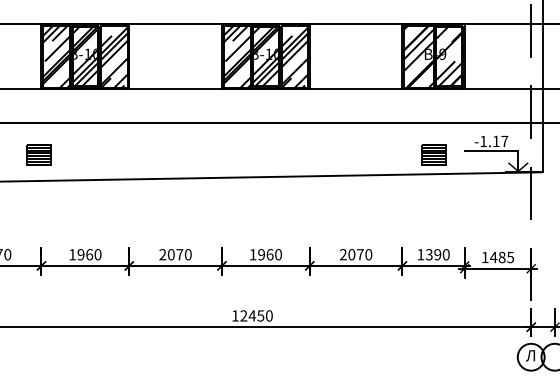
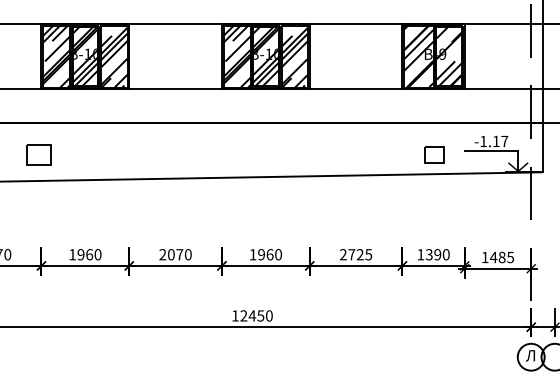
hatch at (38, 154): present -> none
part at (433, 154) size: 26x22 px -> 21x18 px
text at (360, 254): 2070 -> 2725
